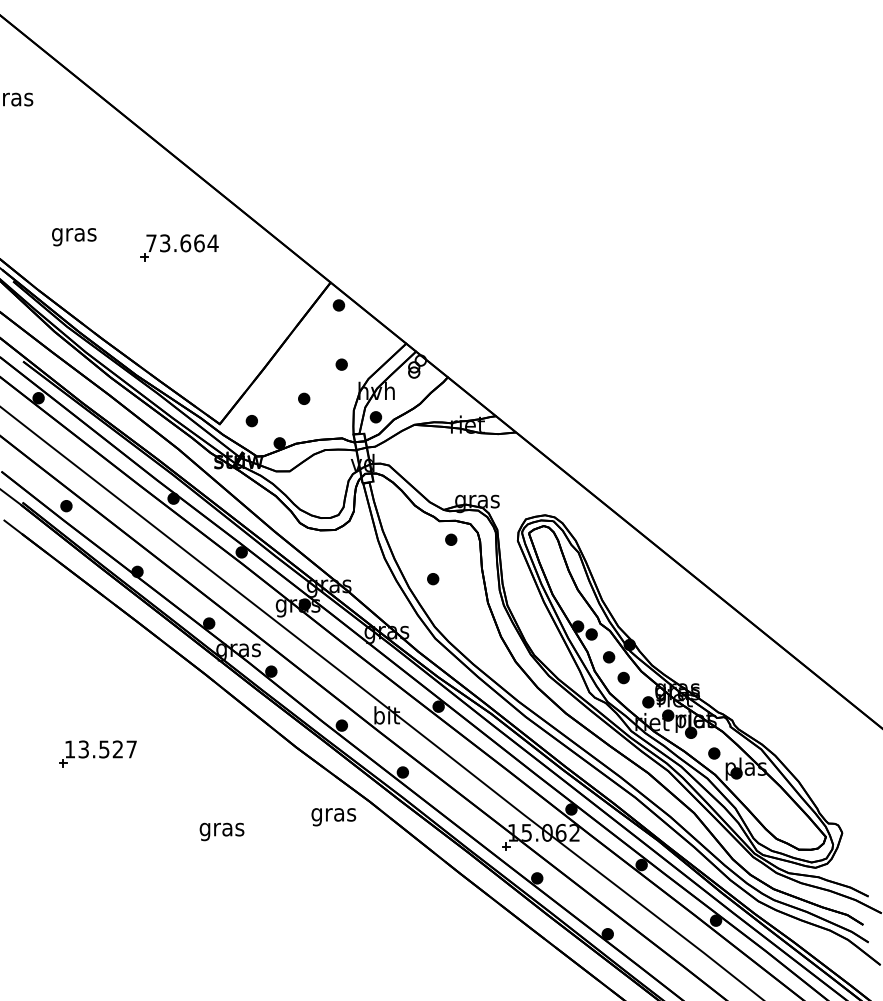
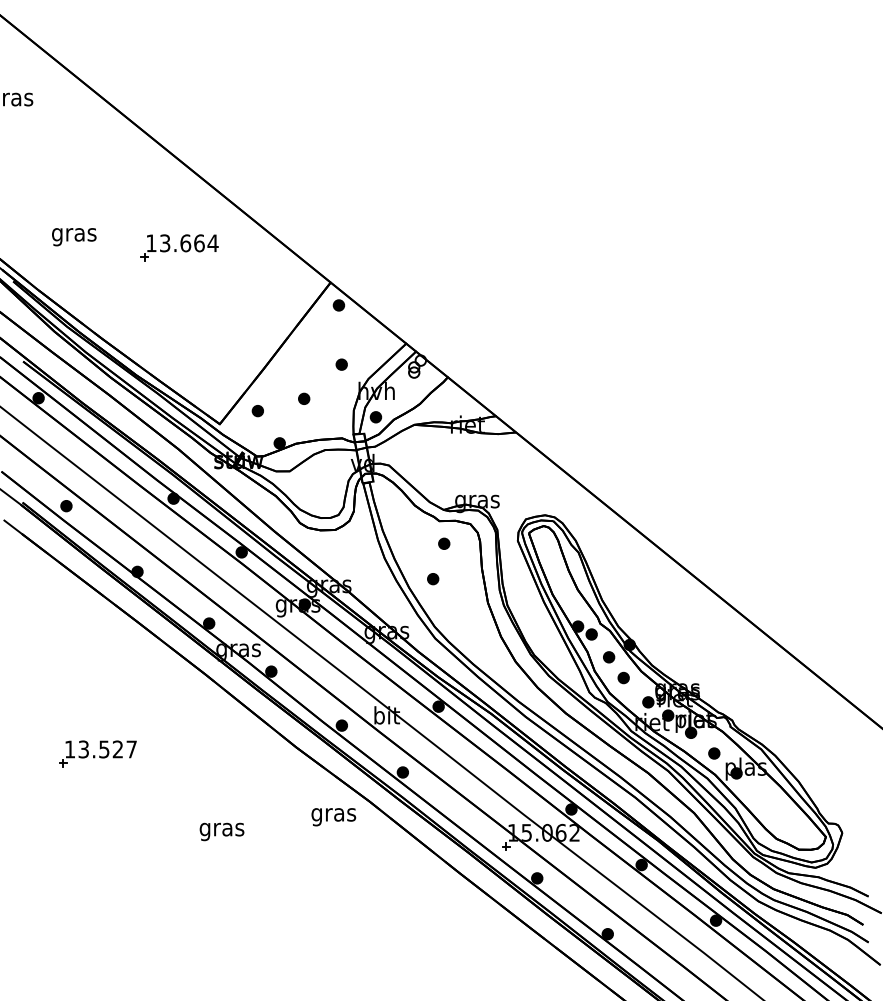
text at (151, 242): 73.664 -> 13.664
part at (251, 421) position: (251, 421) -> (257, 411)
part at (451, 539) position: (451, 539) -> (444, 543)
